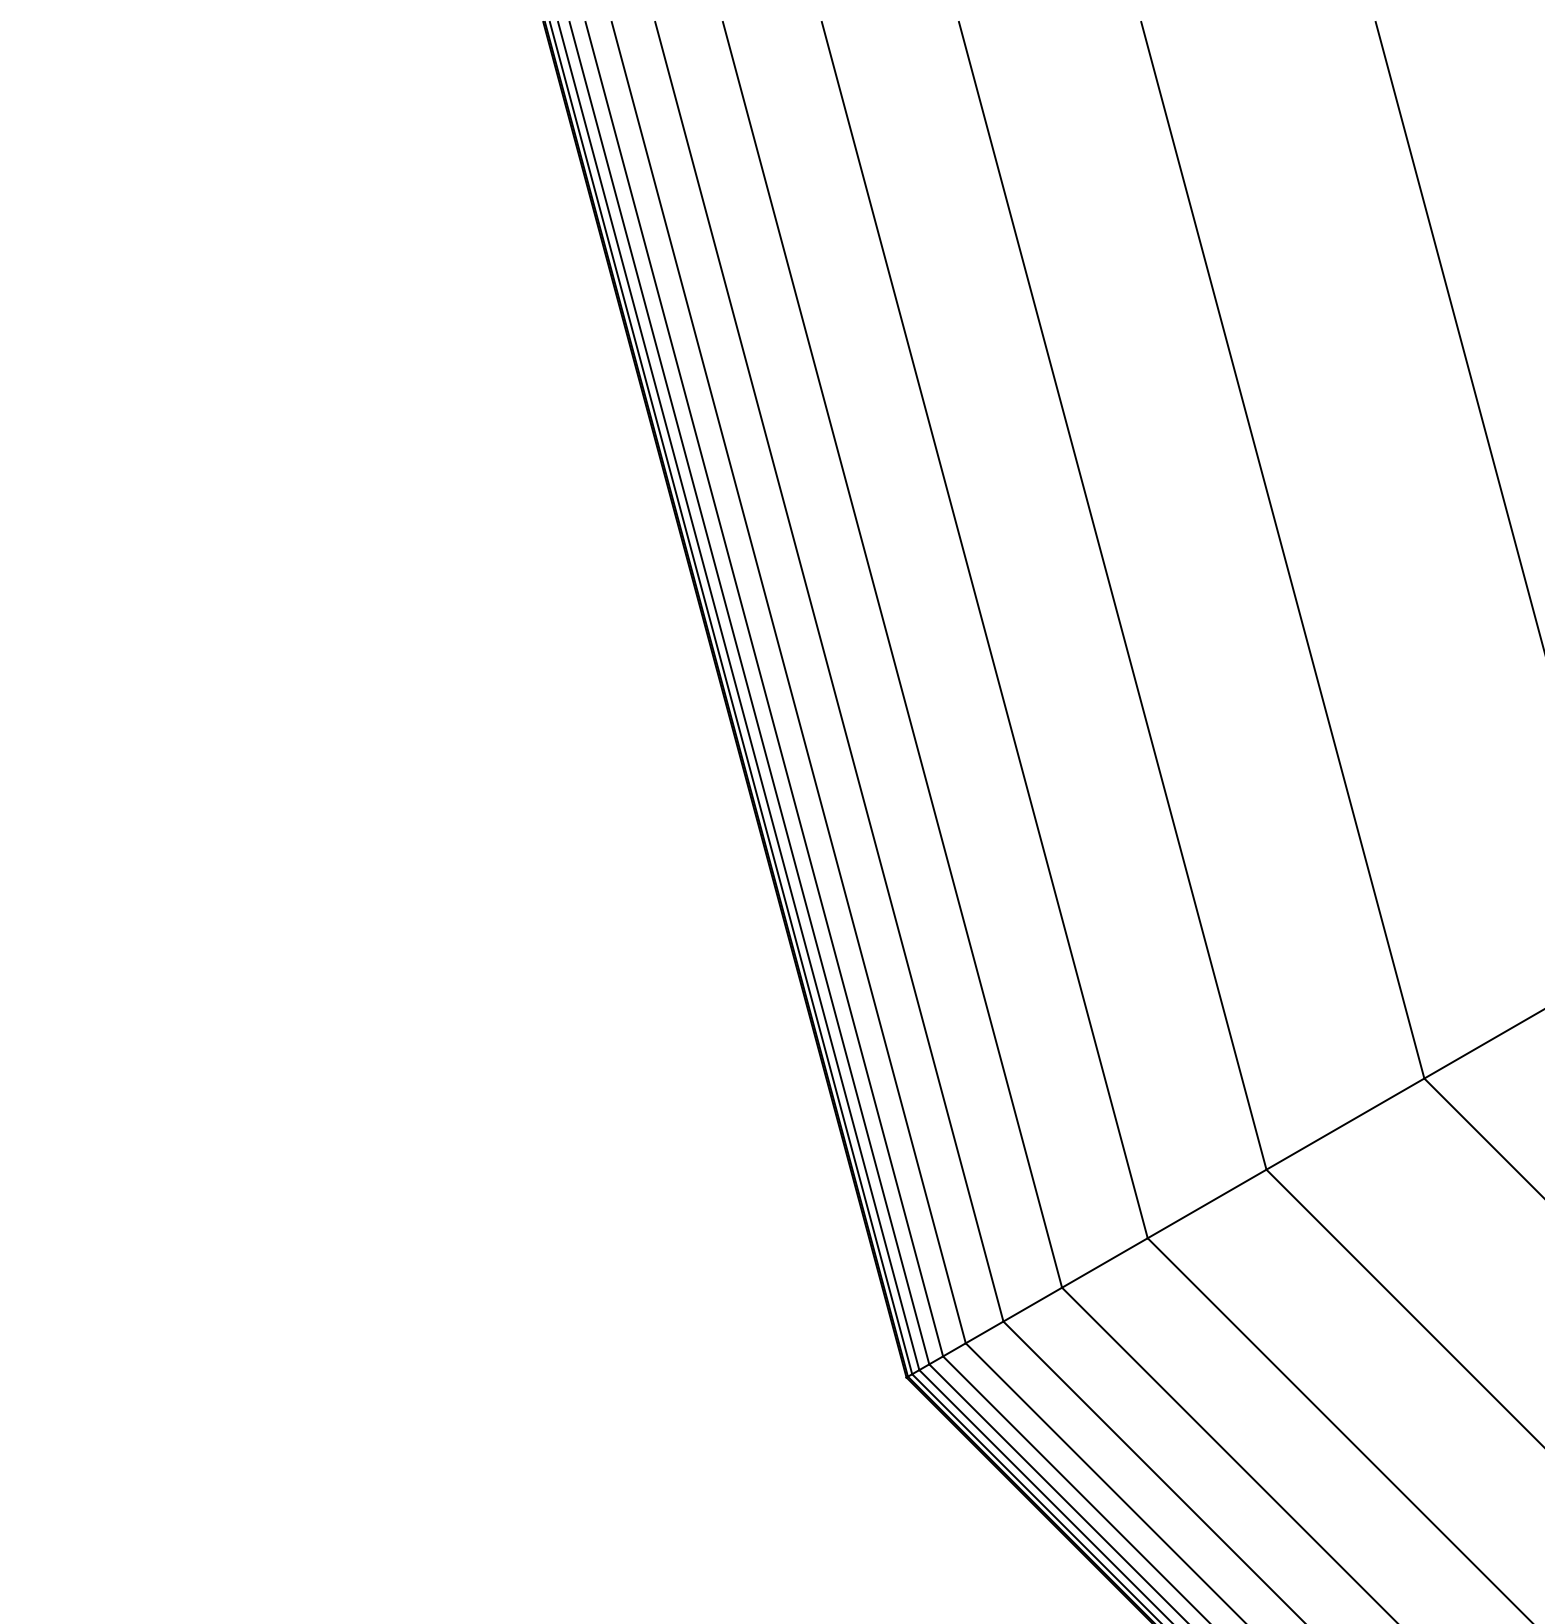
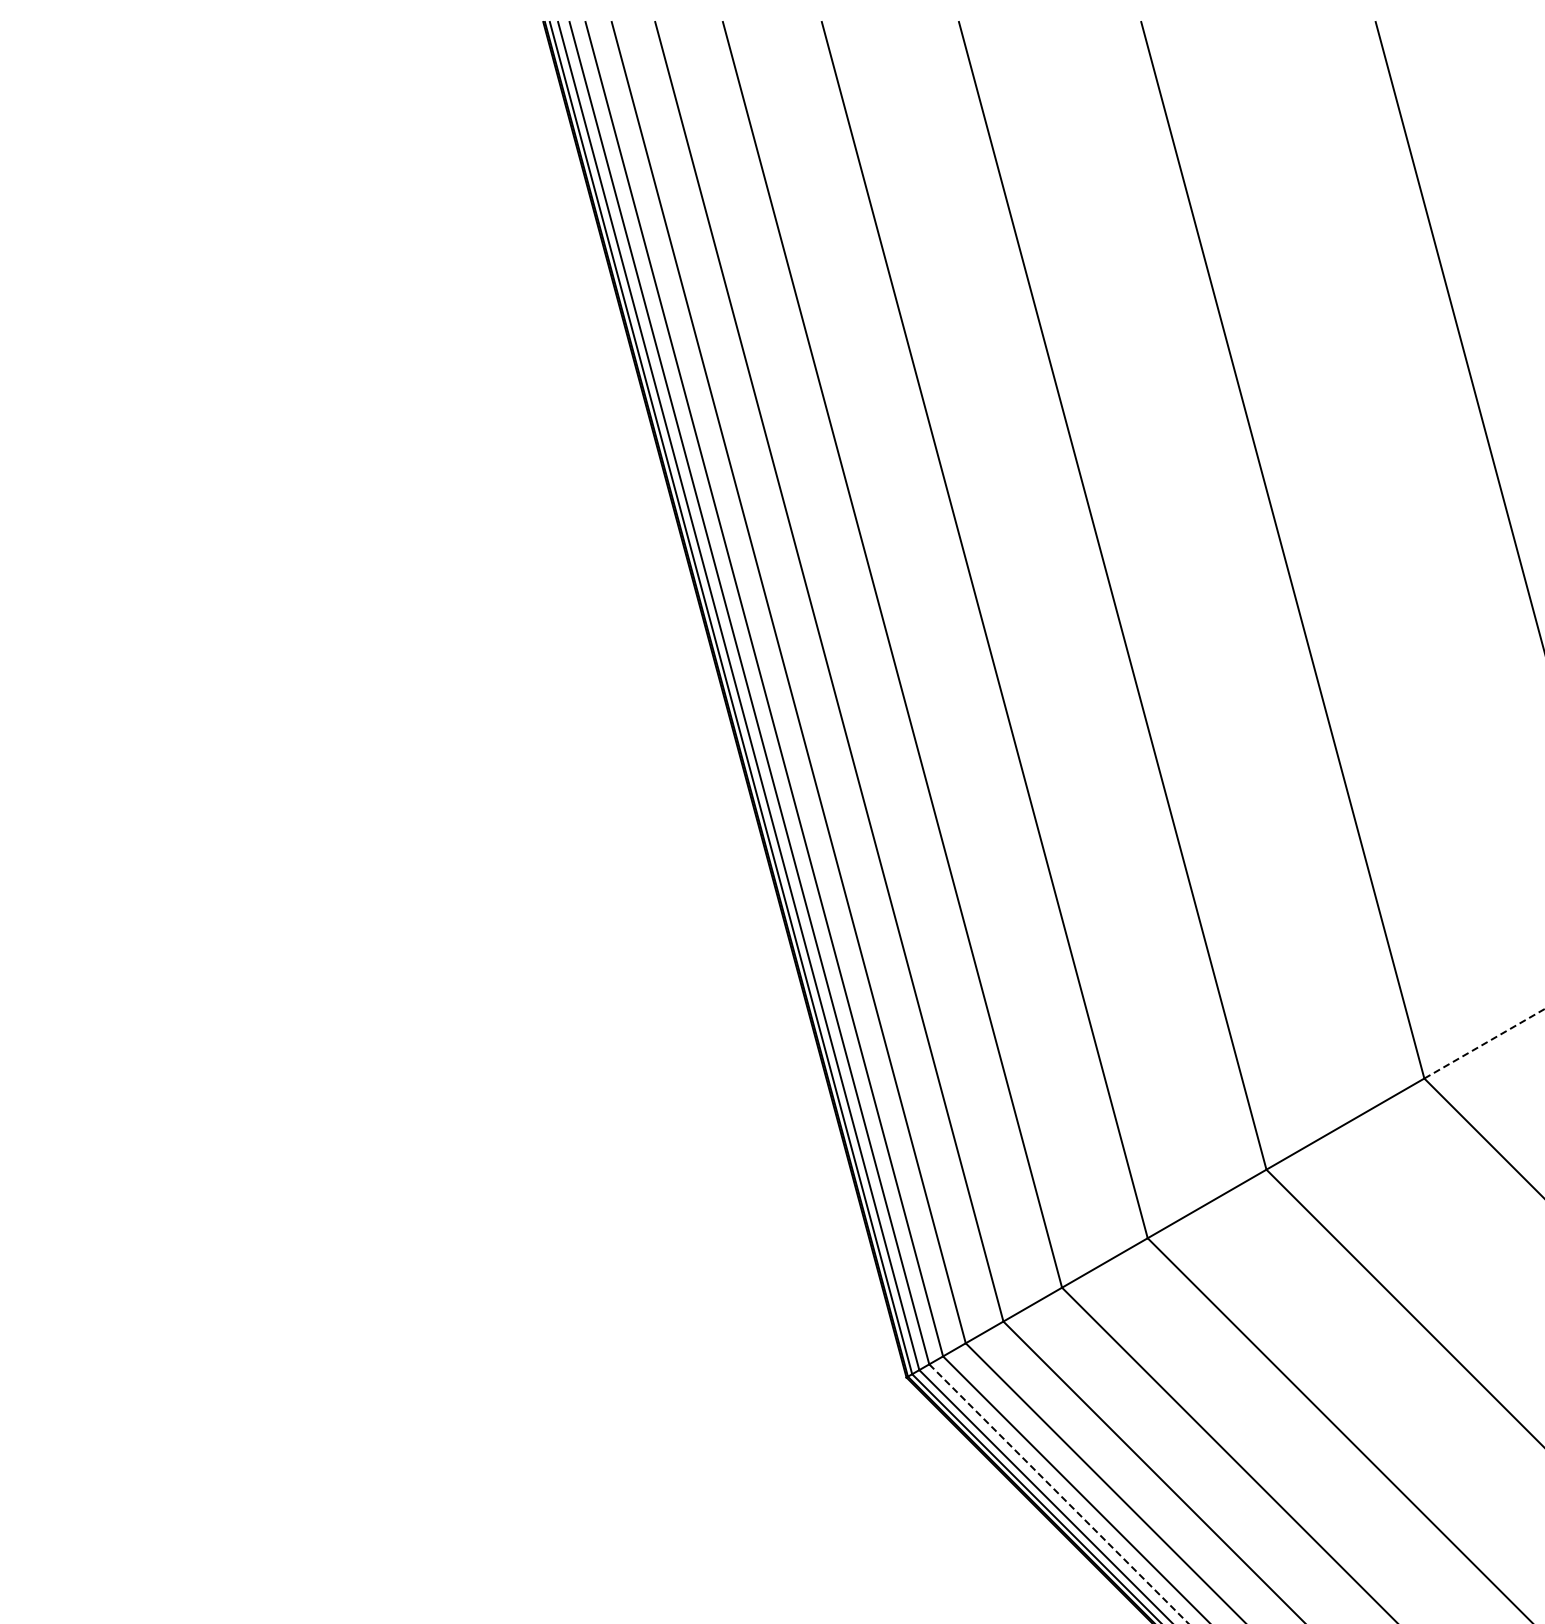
line at (1484, 1043): solid -> dashed
line at (1059, 1494): solid -> dashed
